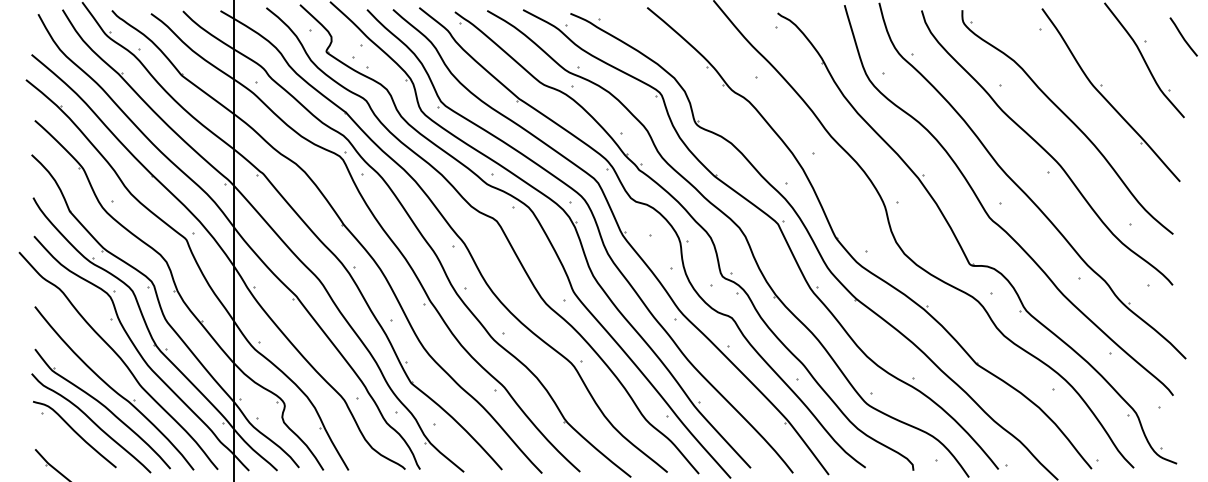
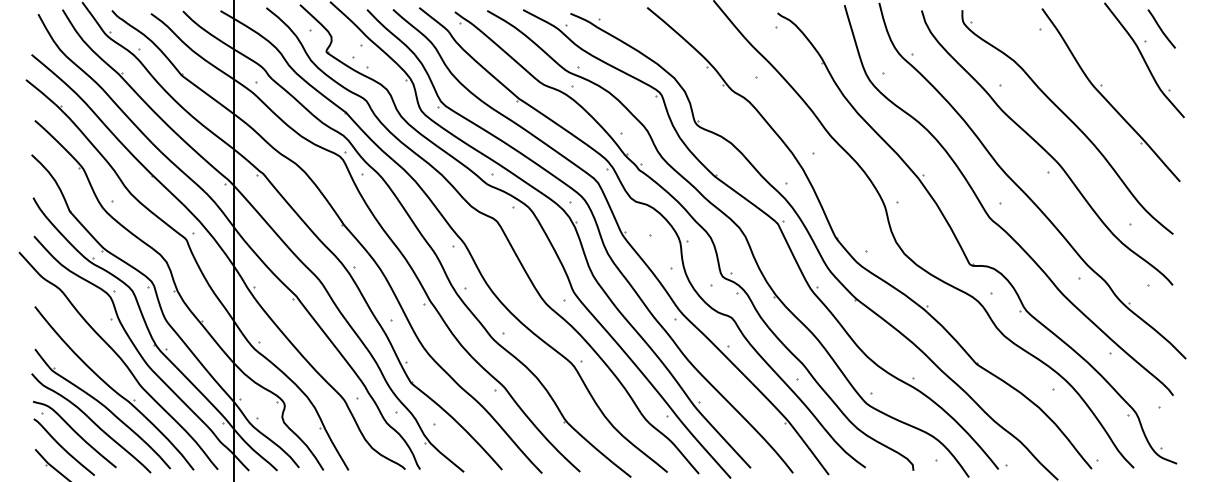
curve at (1183, 36) position: (1183, 36) -> (1161, 28)
curve at (62, 446): none -> present
